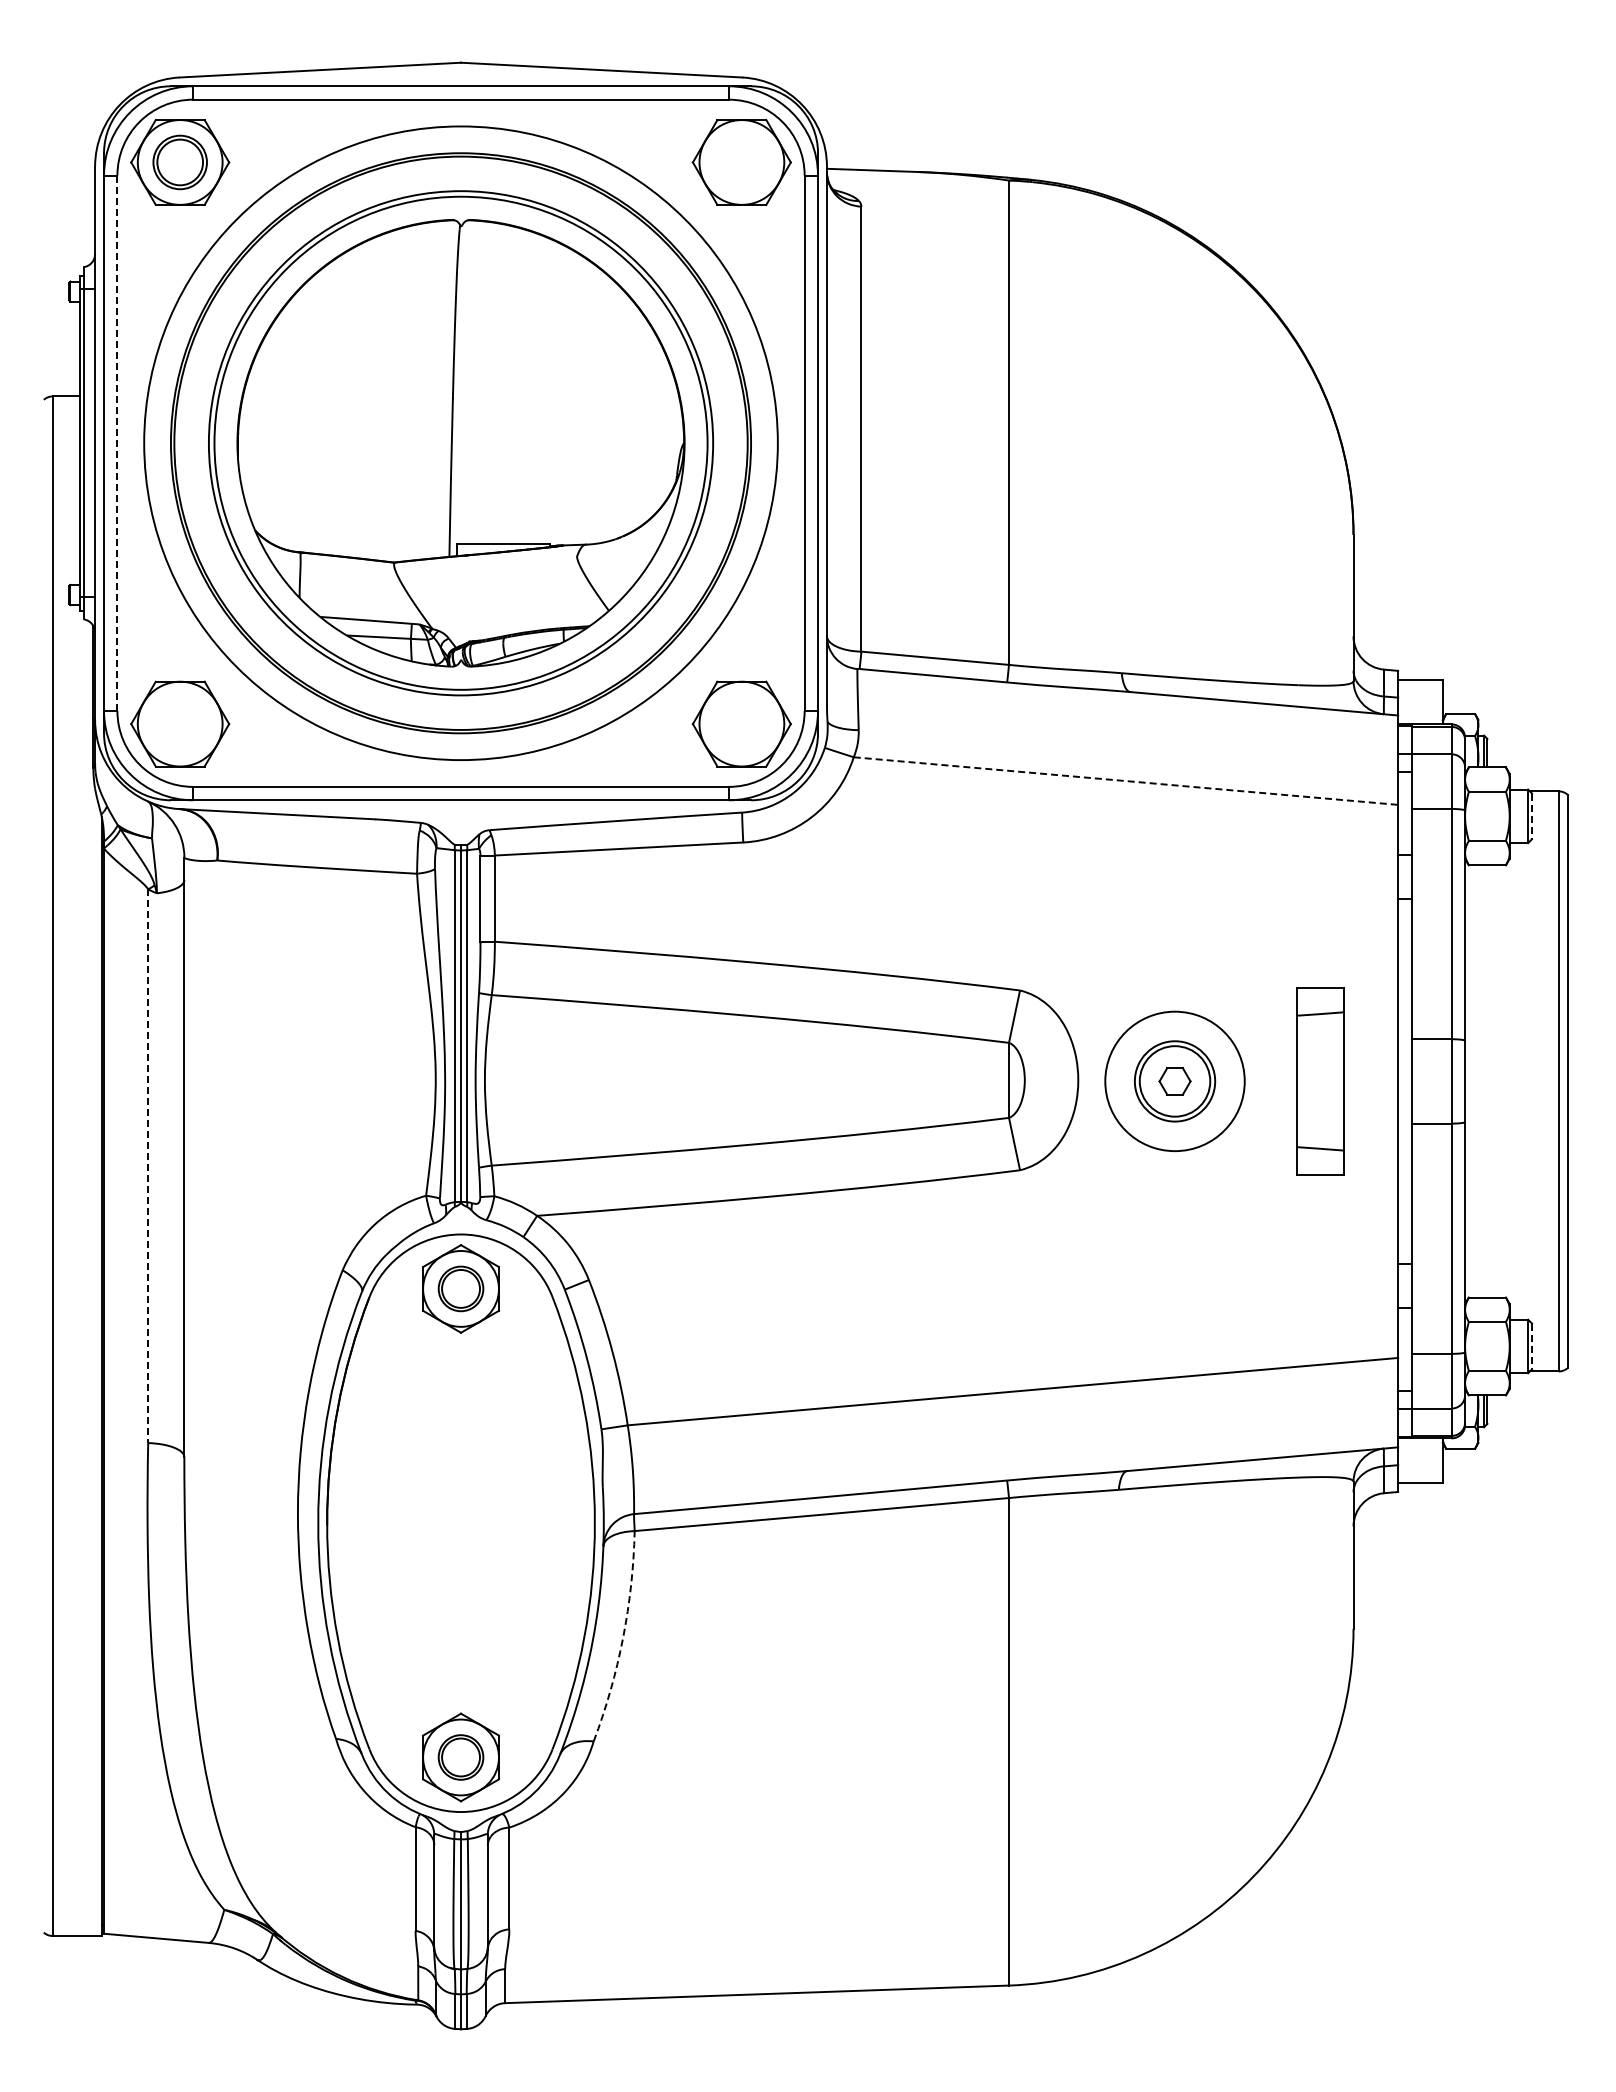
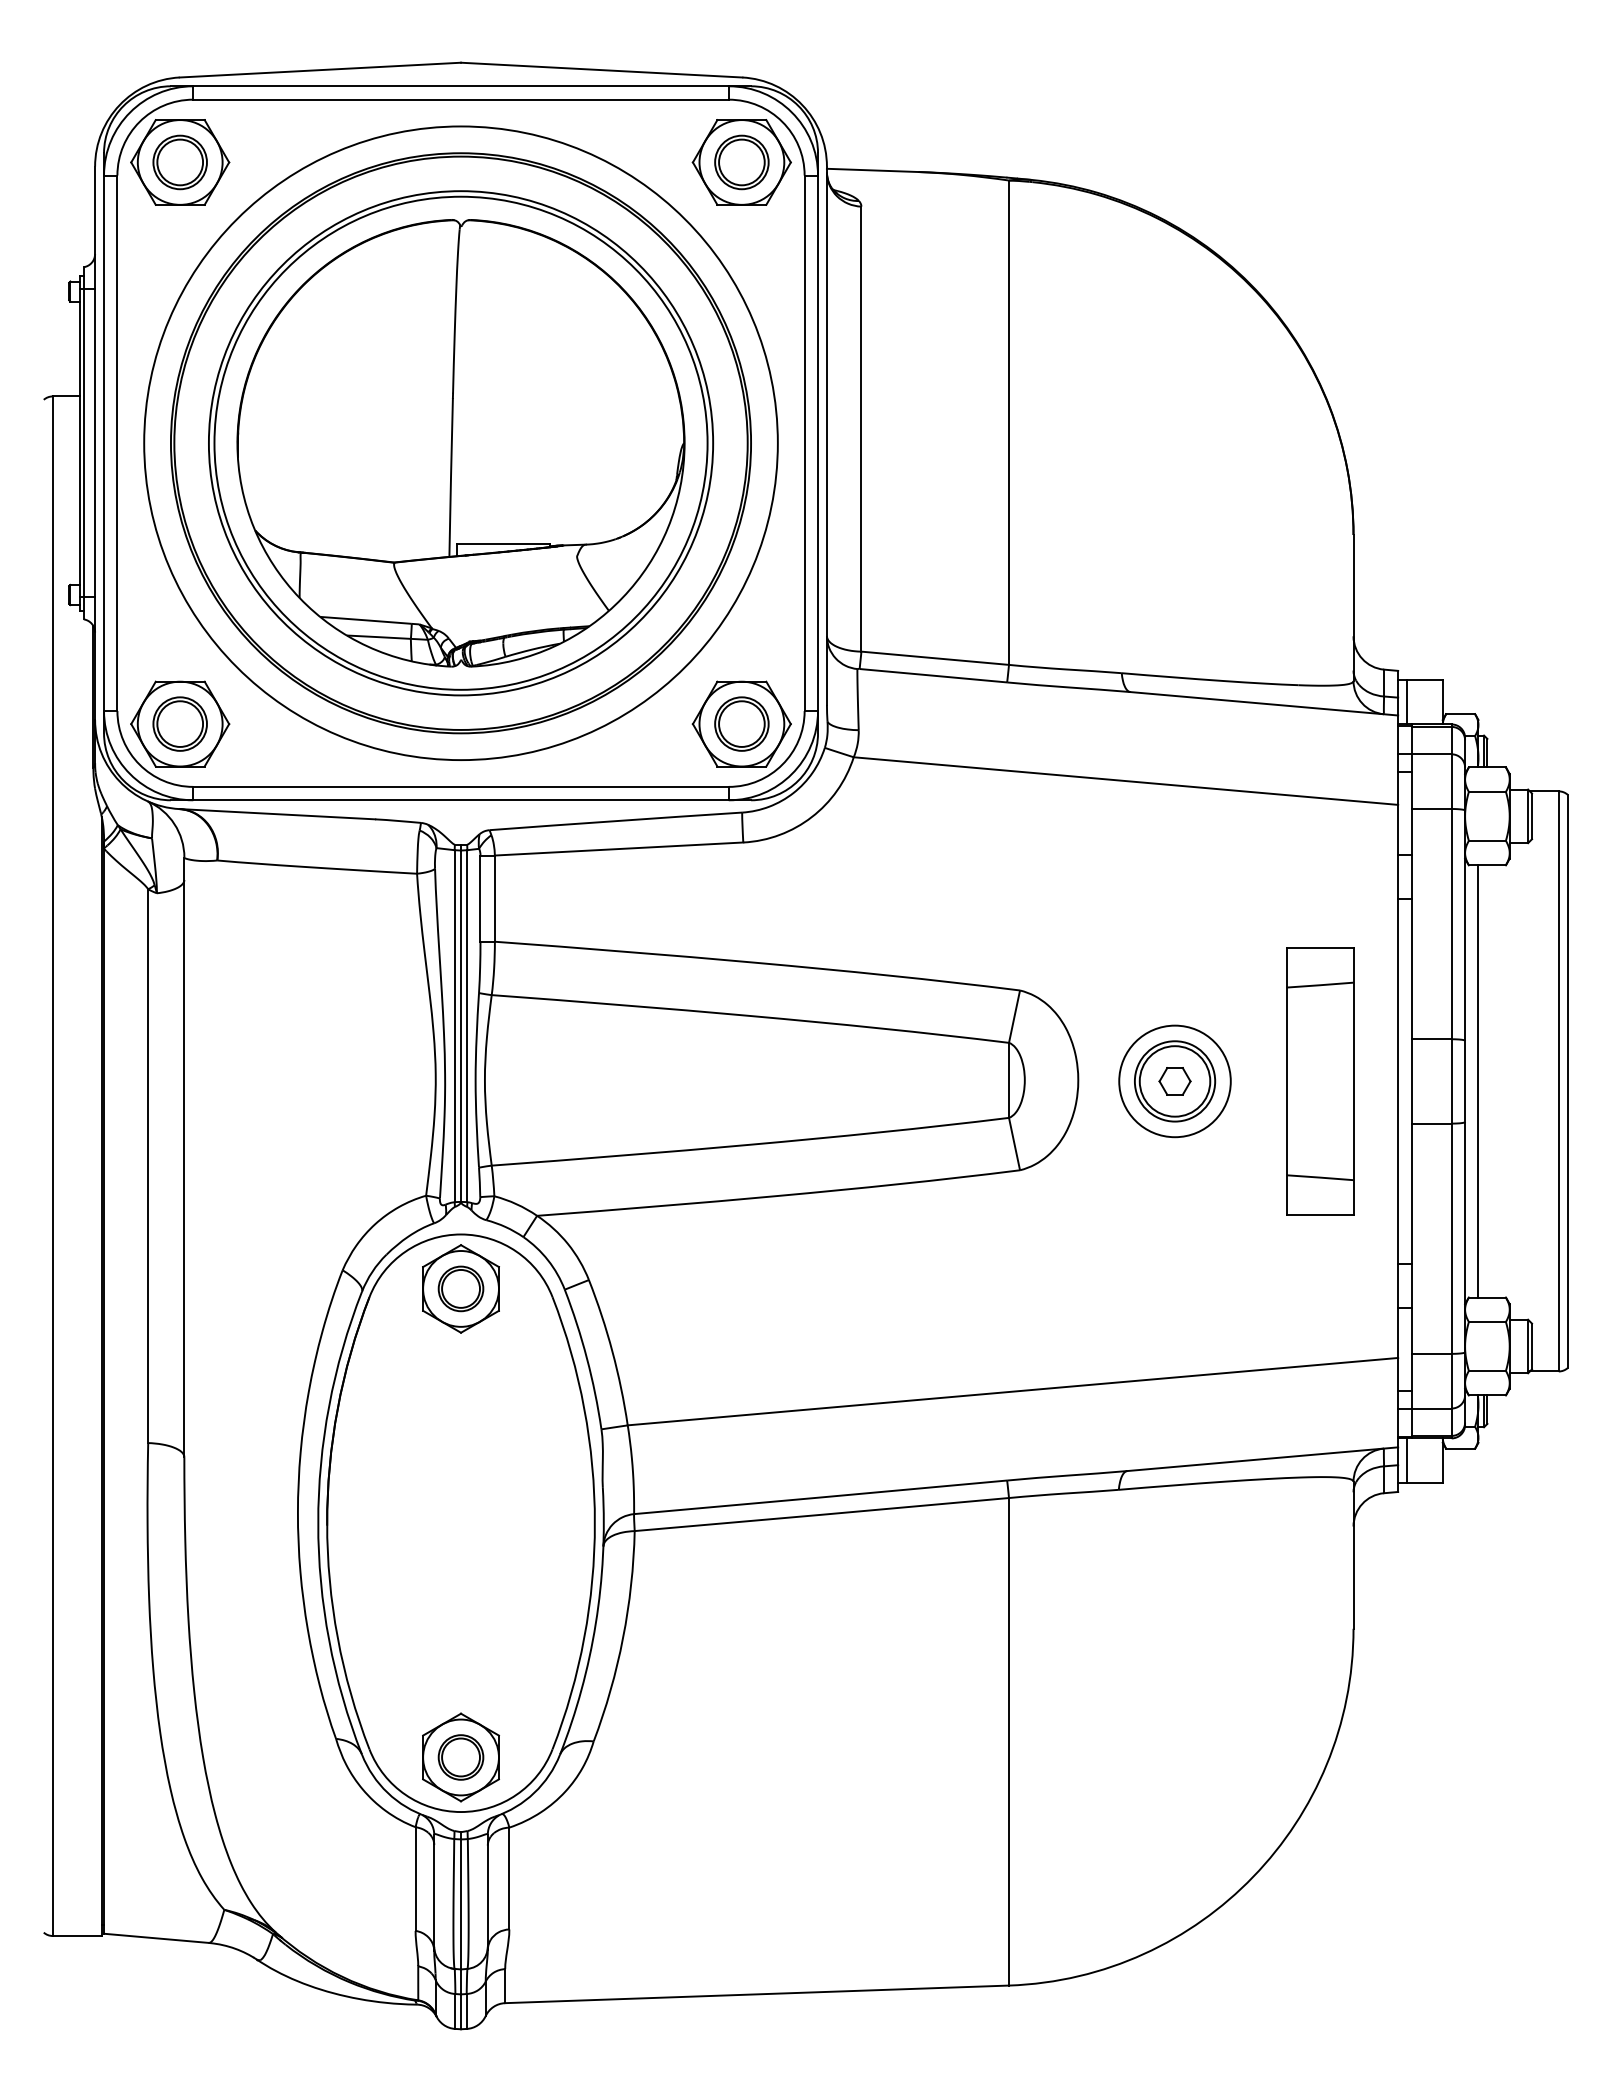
part at (741, 162): none -> present
line at (117, 443): dashed -> solid
line at (1407, 701): none -> present
part at (179, 723): none -> present
part at (741, 723): none -> present
line at (1126, 781): dashed -> solid
line at (1532, 816): dashed -> solid
circle at (1174, 1081) diameter: 139 px -> 112 px
part at (1320, 1081) size: 49x189 px -> 69x269 px
line at (1478, 1081): none -> present
line at (148, 1166): dashed -> solid
line at (1532, 1346): dashed -> solid
line at (1407, 1460): none -> present
arc at (623, 1638): dashed -> solid
